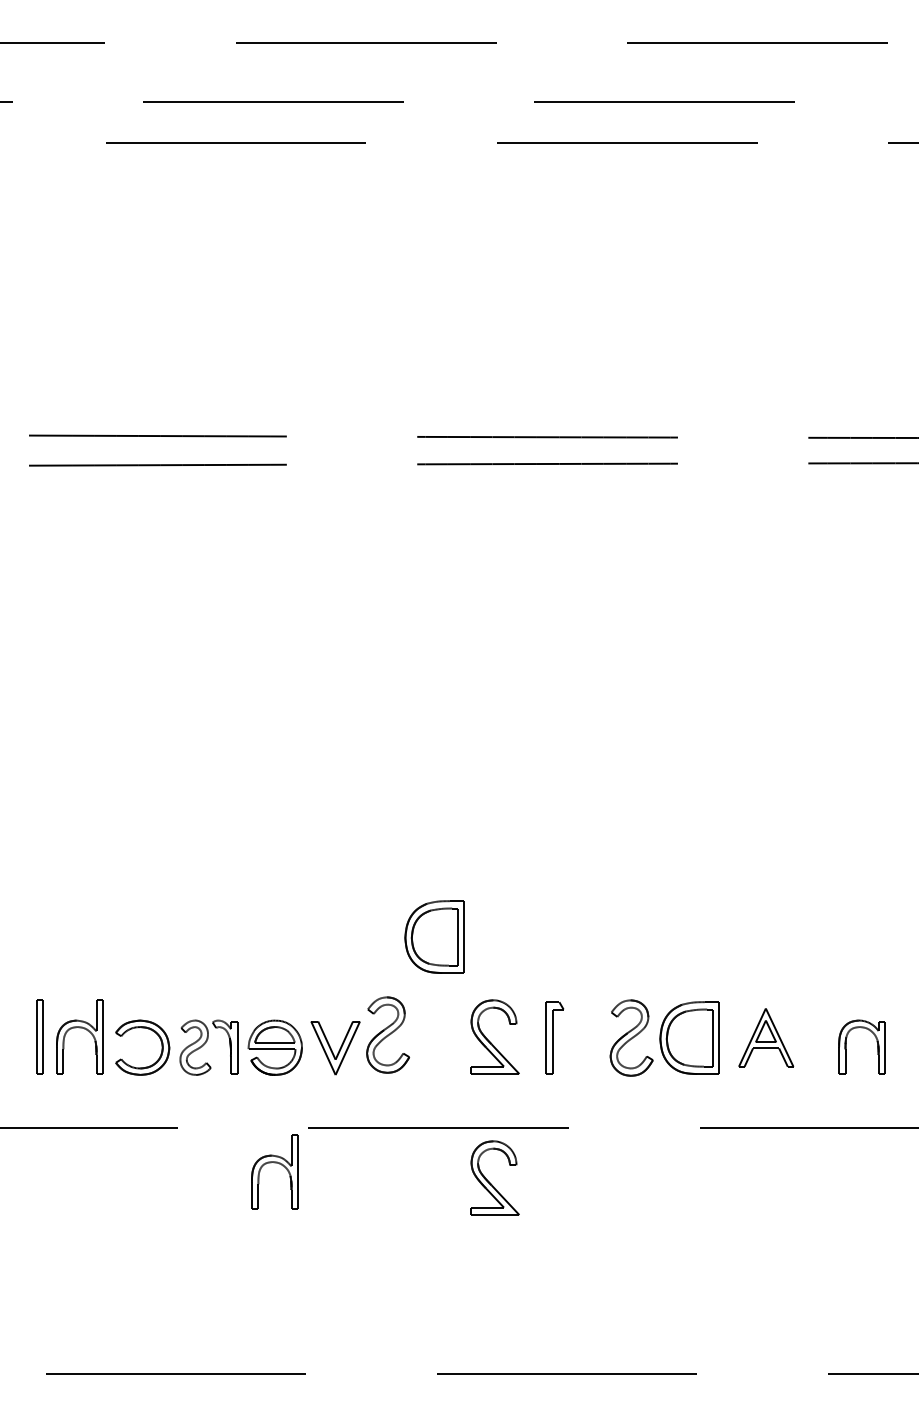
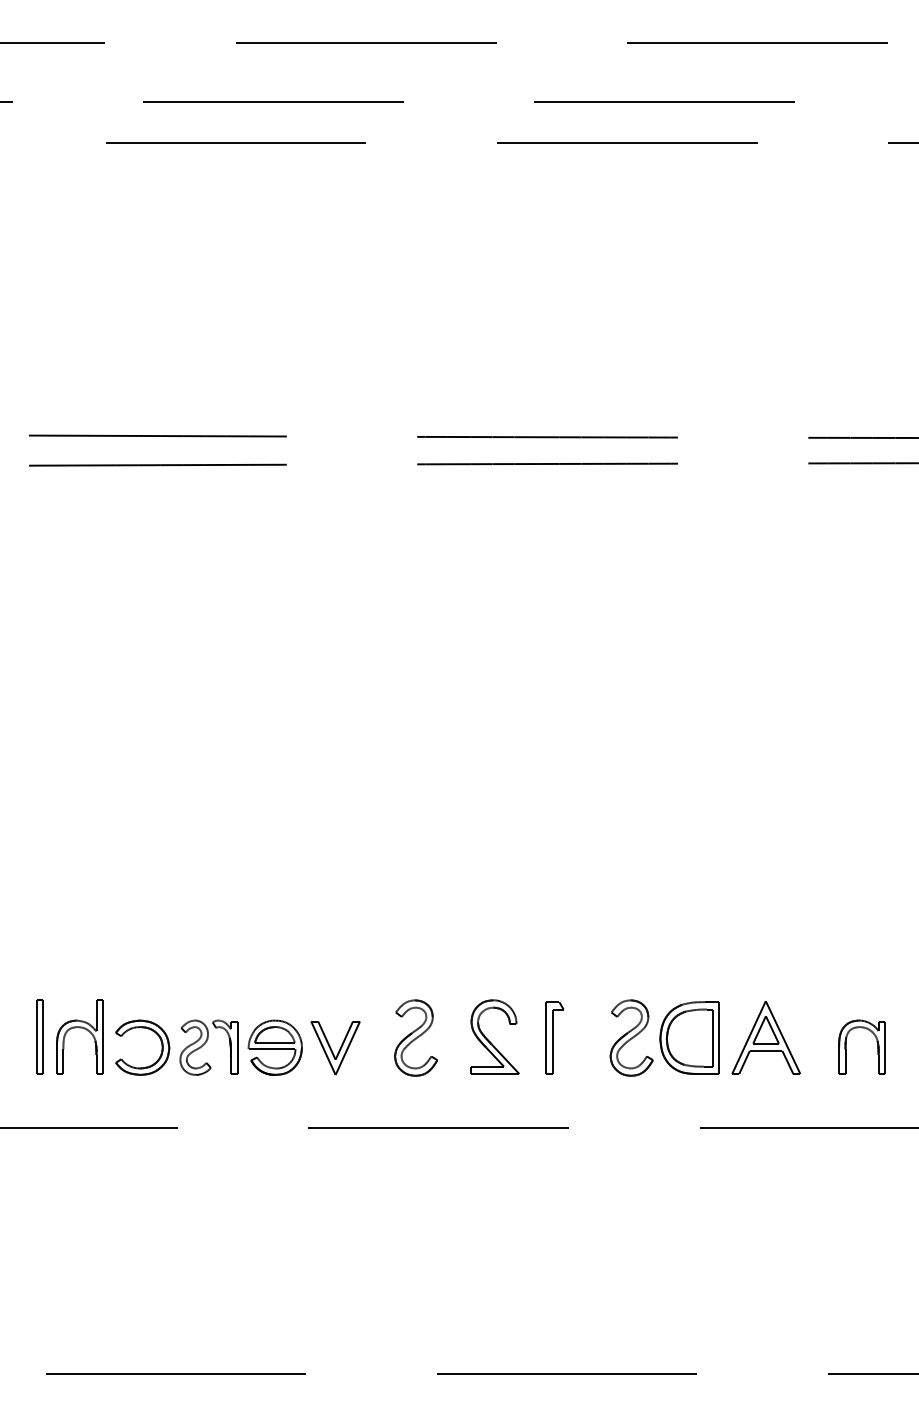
part at (434, 936): present -> none
part at (388, 1034) position: (388, 1034) -> (416, 1037)
part at (766, 1037) size: 57x60 px -> 70x74 px
part at (274, 1163): present -> none
part at (489, 1181): present -> none
